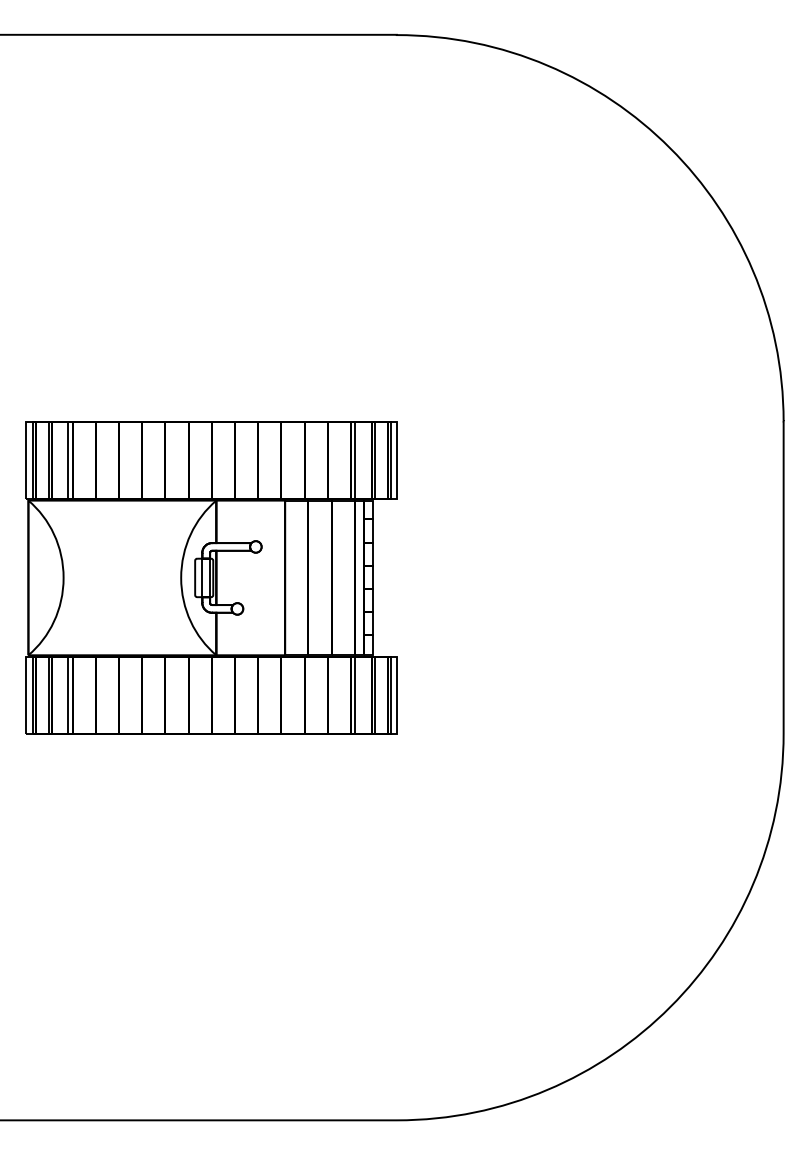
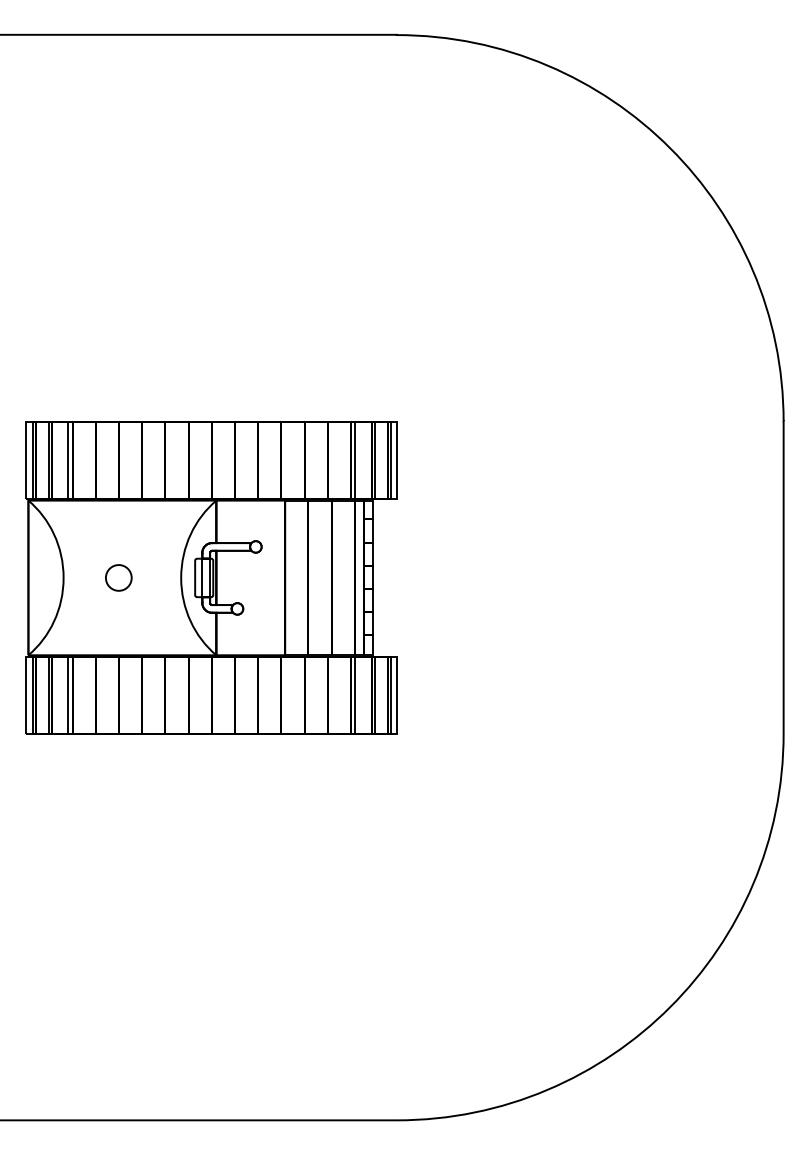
part at (118, 577): none -> present
